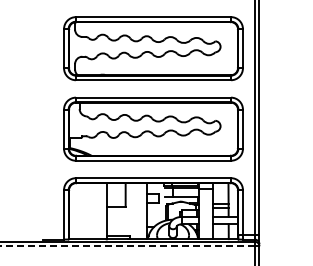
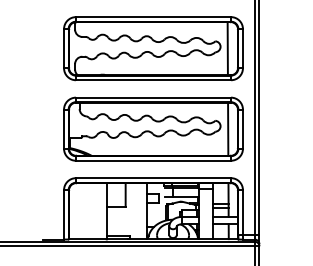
line at (227, 48): none -> present
line at (228, 128): none -> present
line at (126, 246): dashed -> solid
